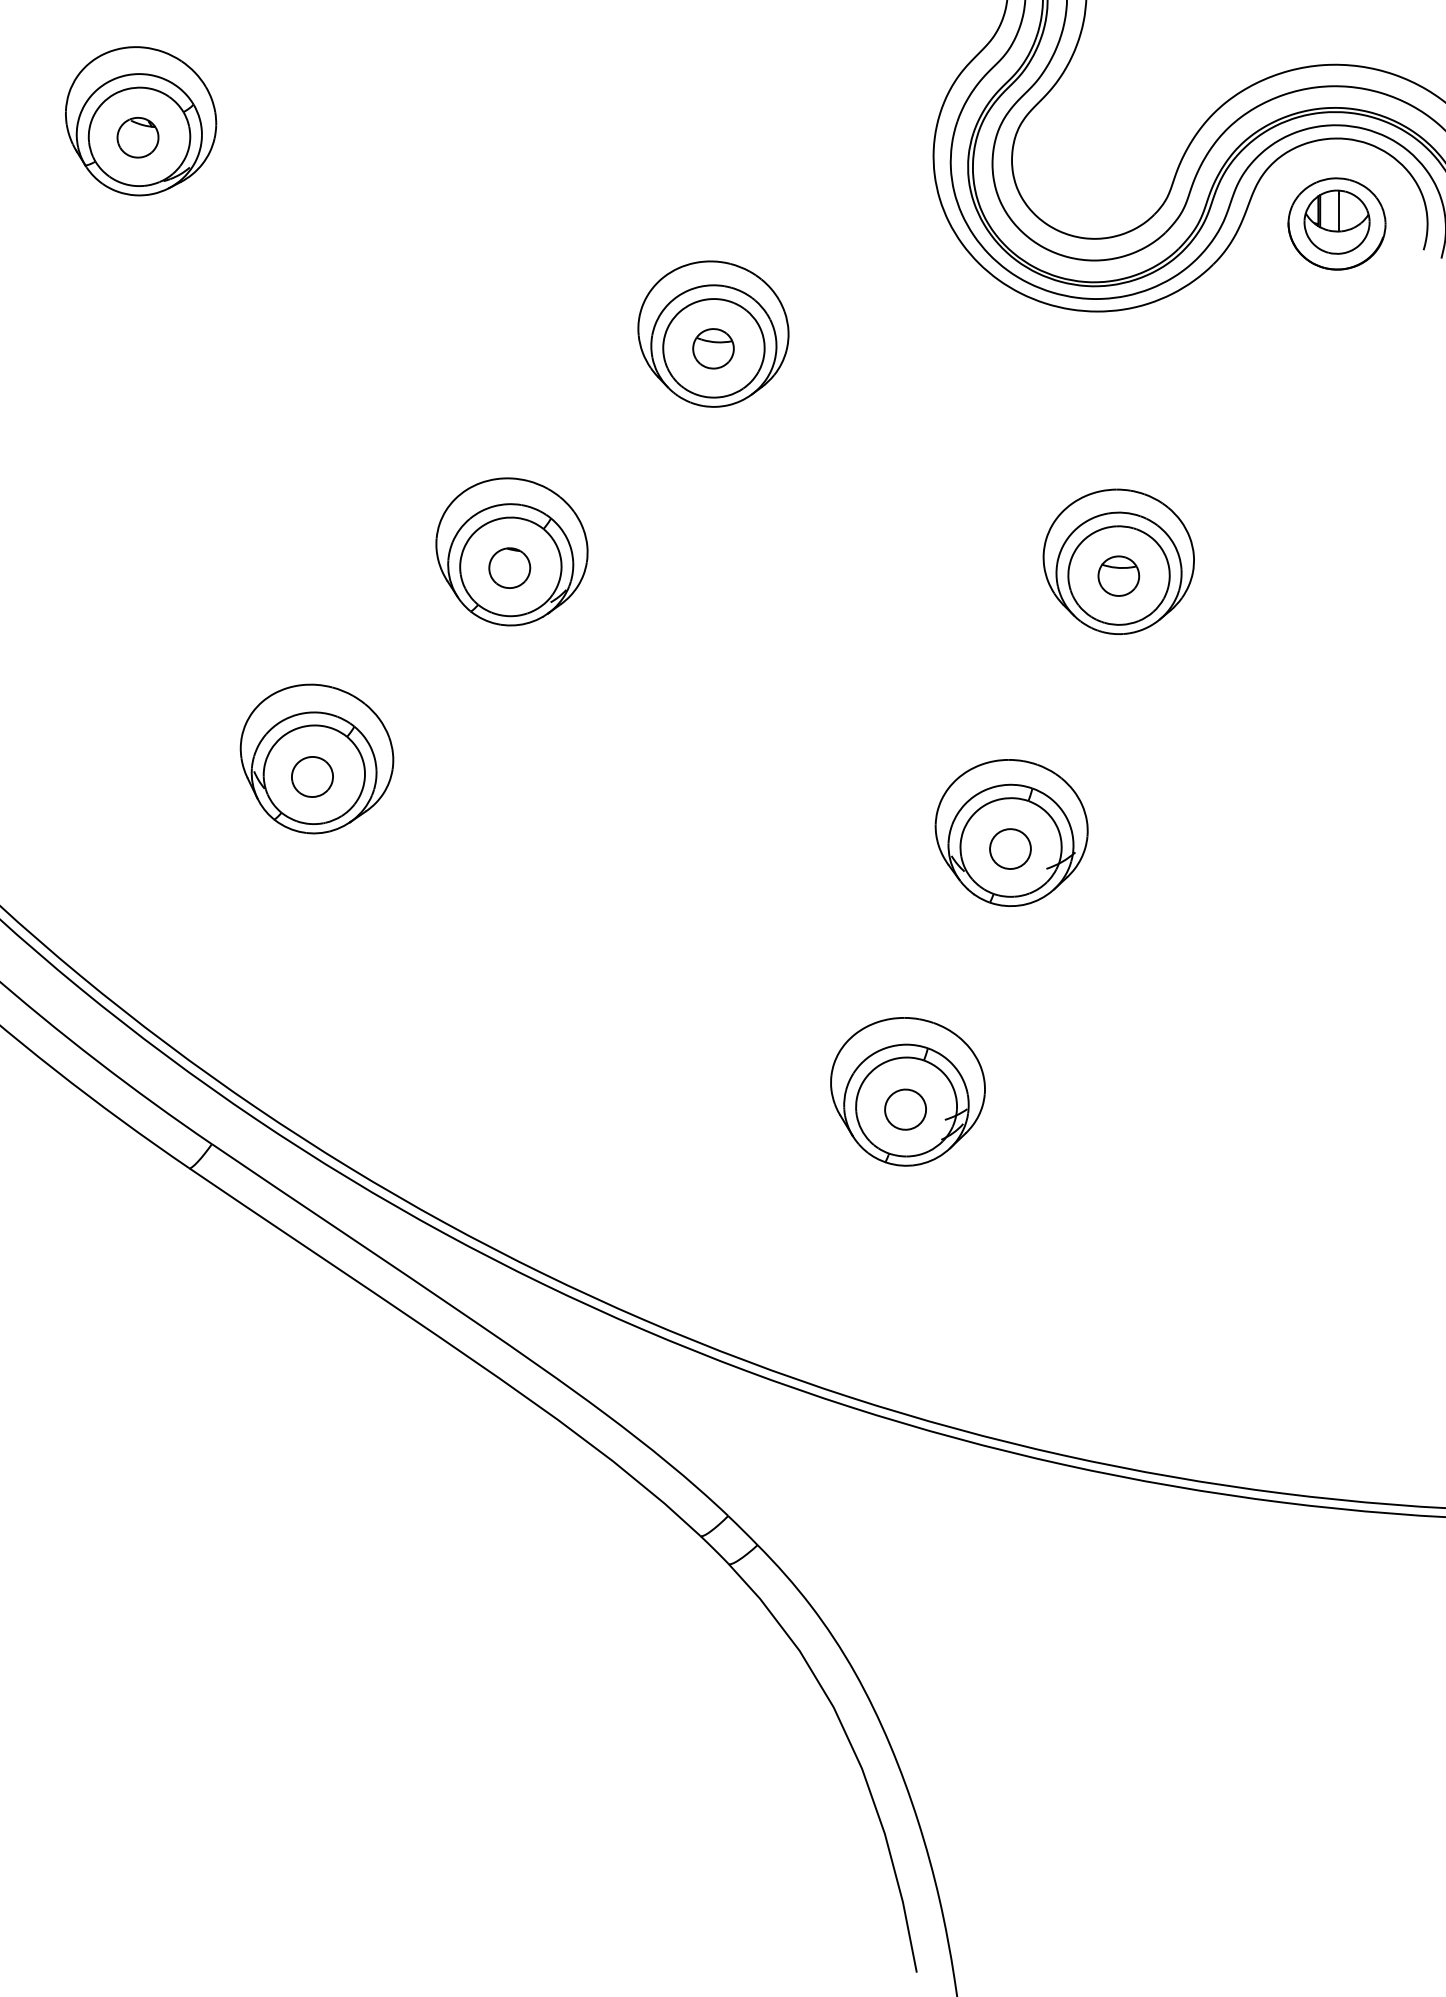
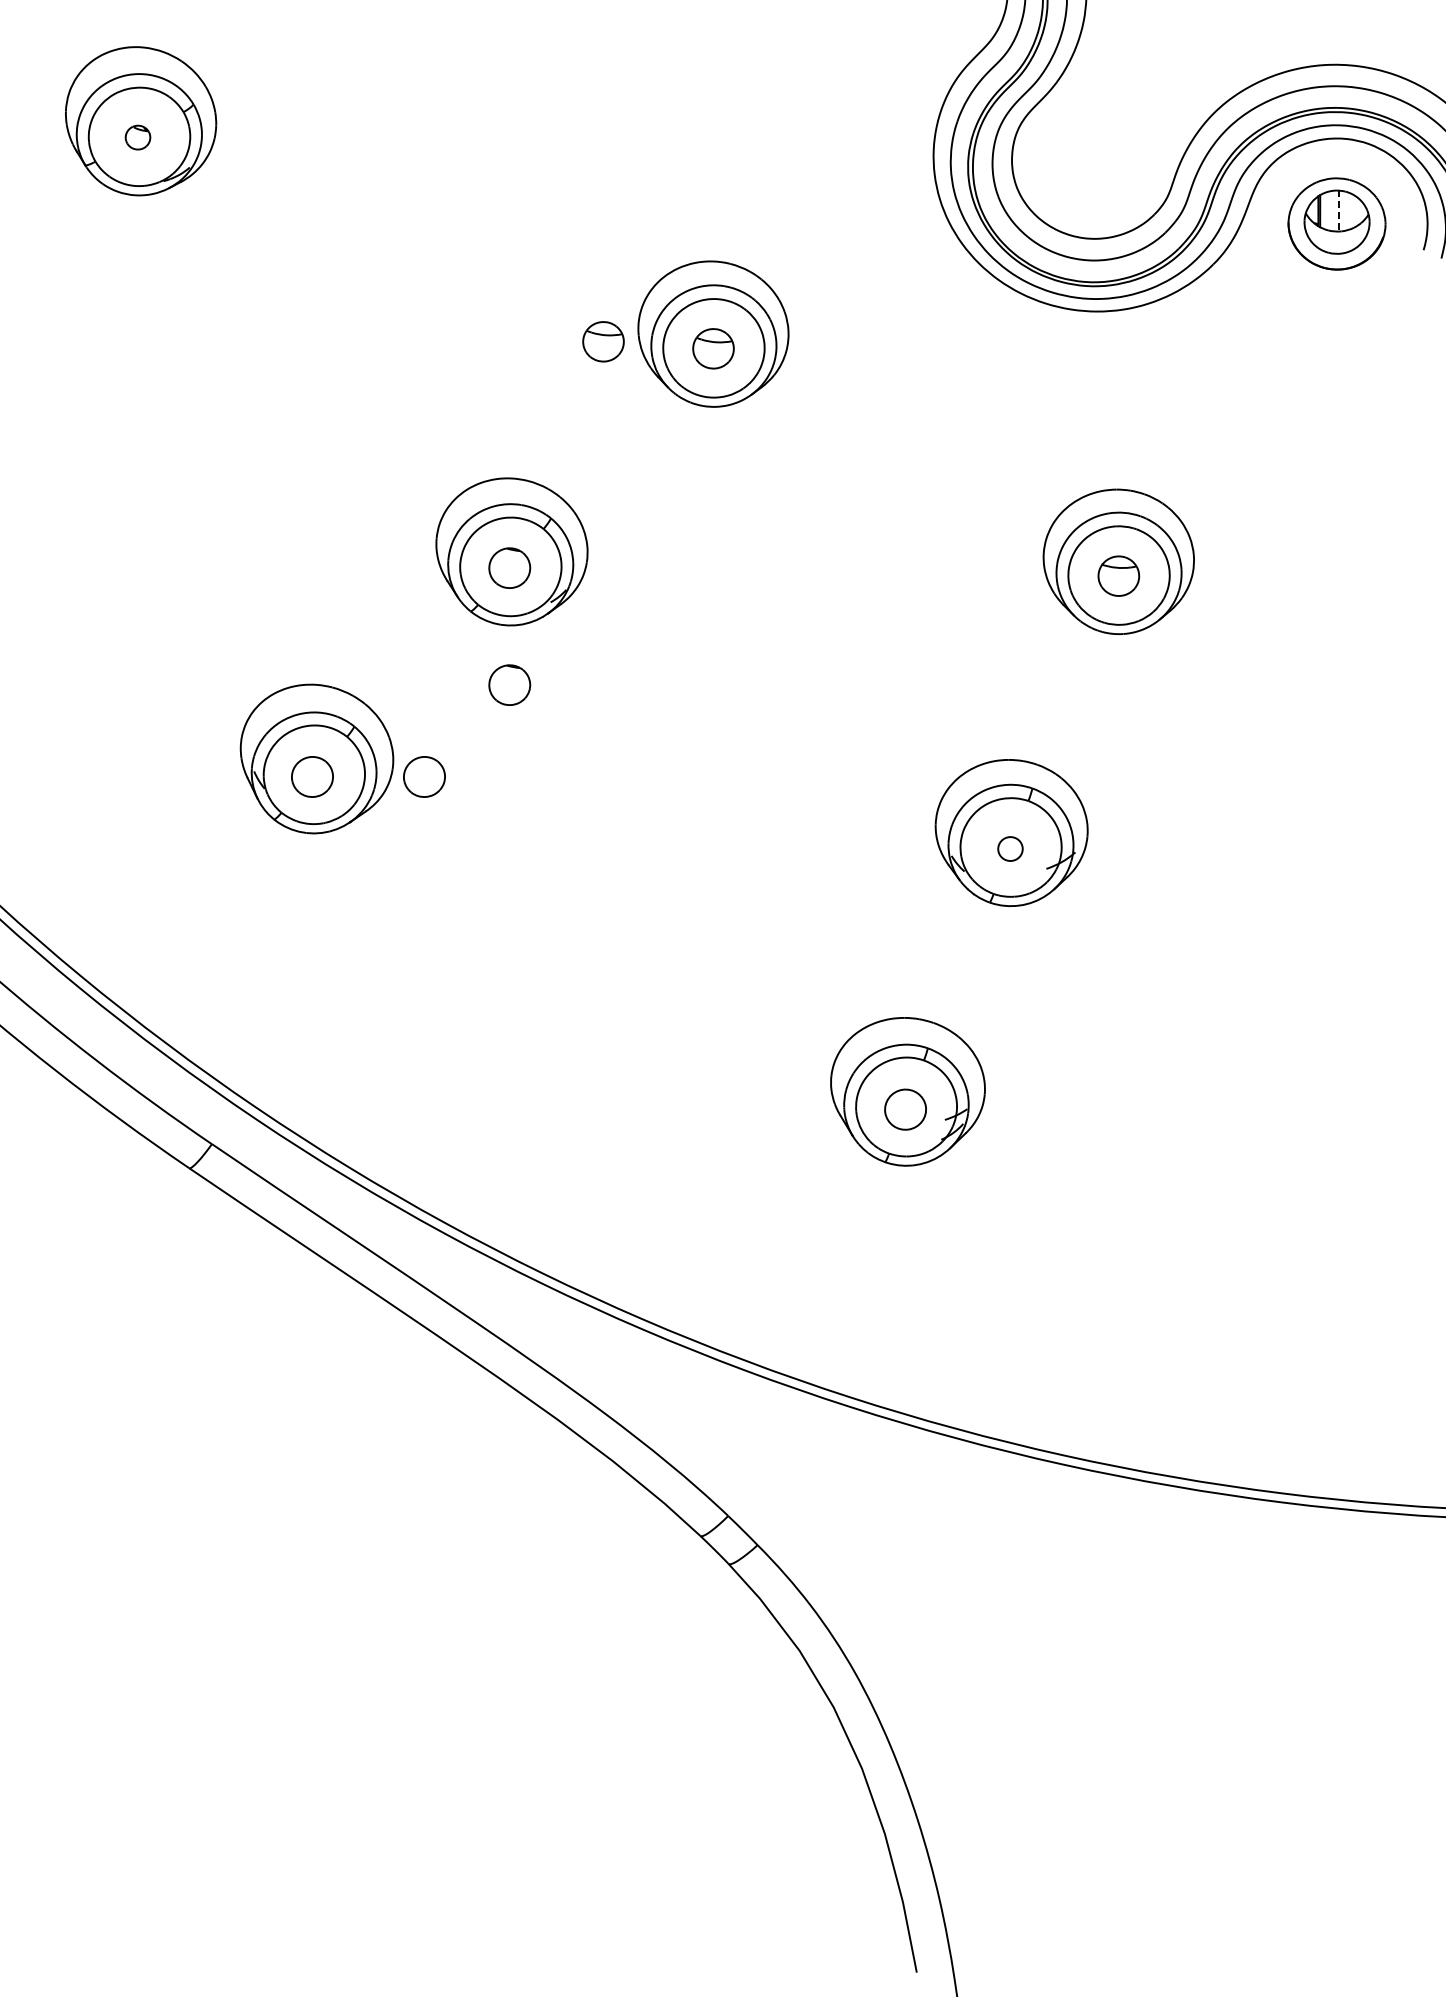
part at (137, 137) size: 44x43 px -> 28x27 px
line at (1339, 211): solid -> dashed
part at (603, 341): none -> present
part at (509, 684): none -> present
part at (424, 776): none -> present
part at (1010, 848) size: 43x42 px -> 27x26 px
